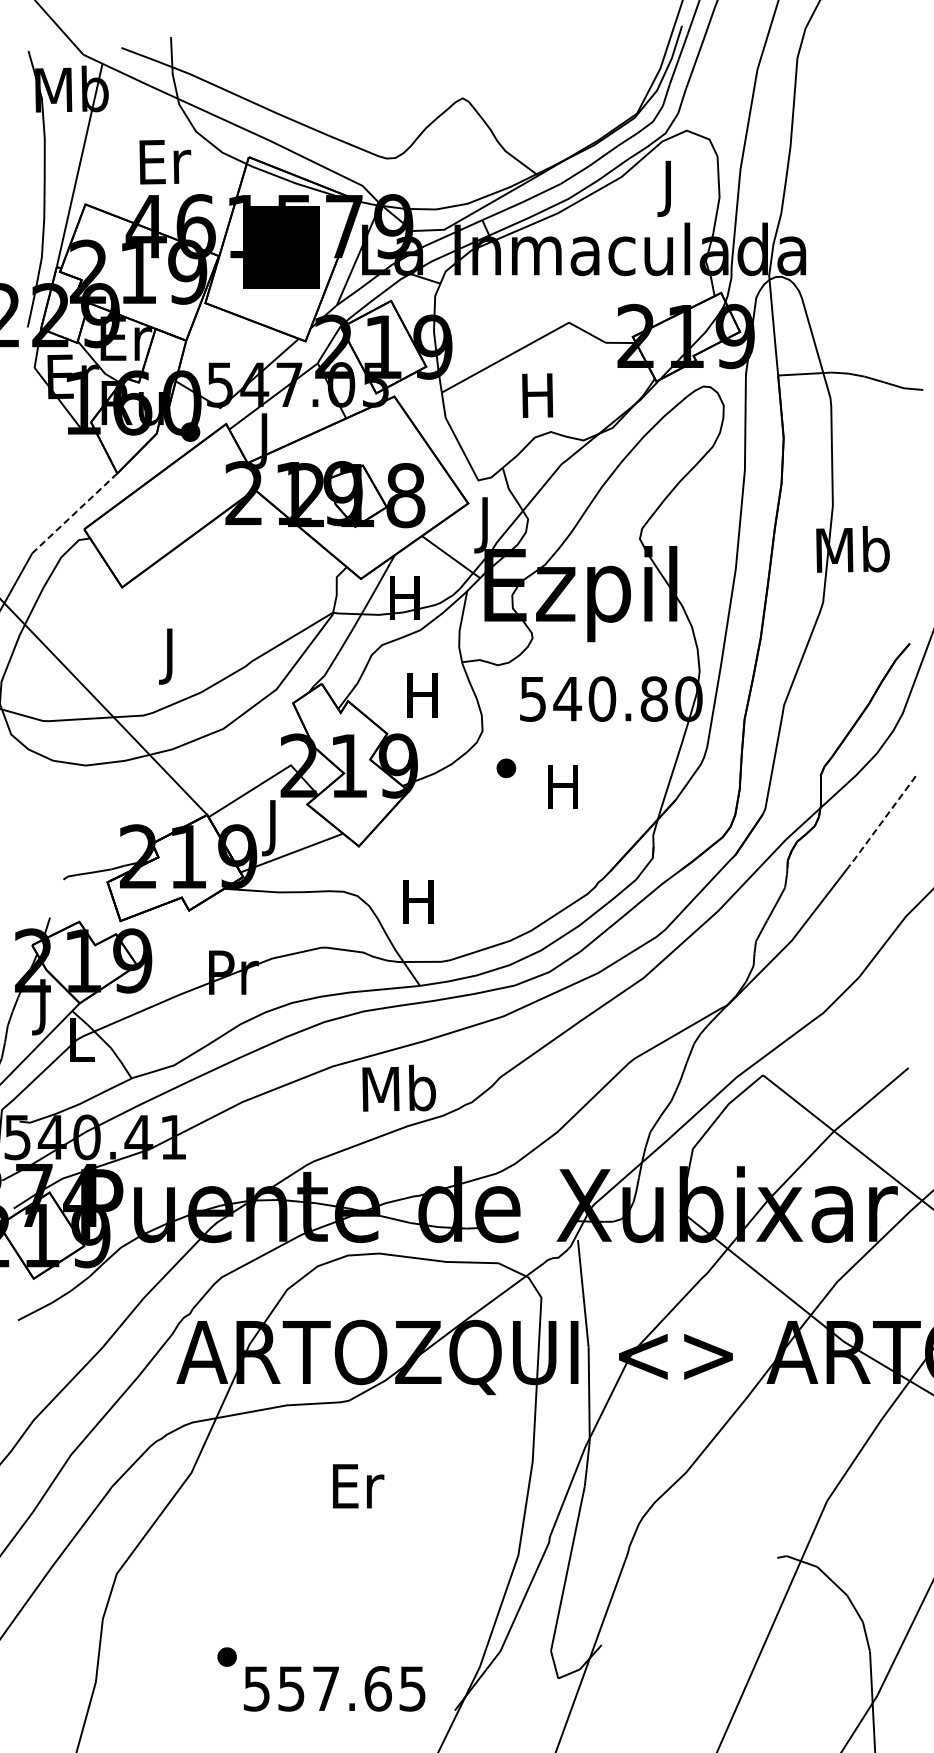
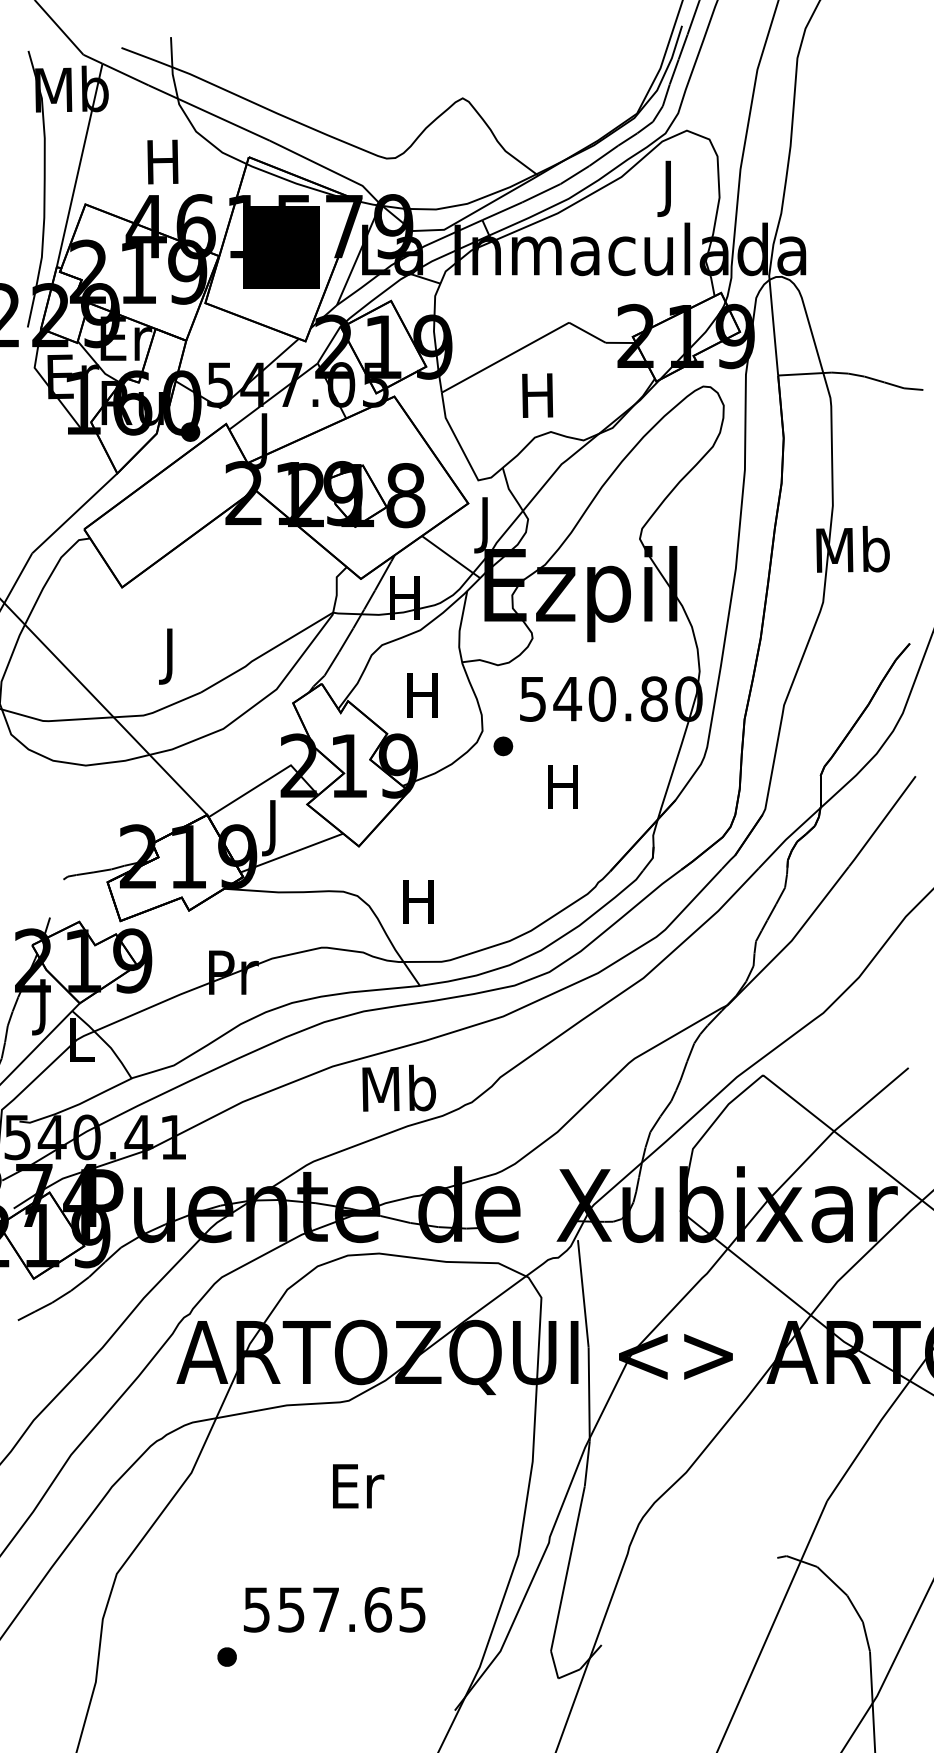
text at (165, 161): Er -> H
line at (74, 513): dashed -> solid
part at (506, 768) position: (506, 768) -> (503, 746)
line at (882, 821): dashed -> solid
text at (334, 1688) position: (334, 1688) -> (334, 1609)
